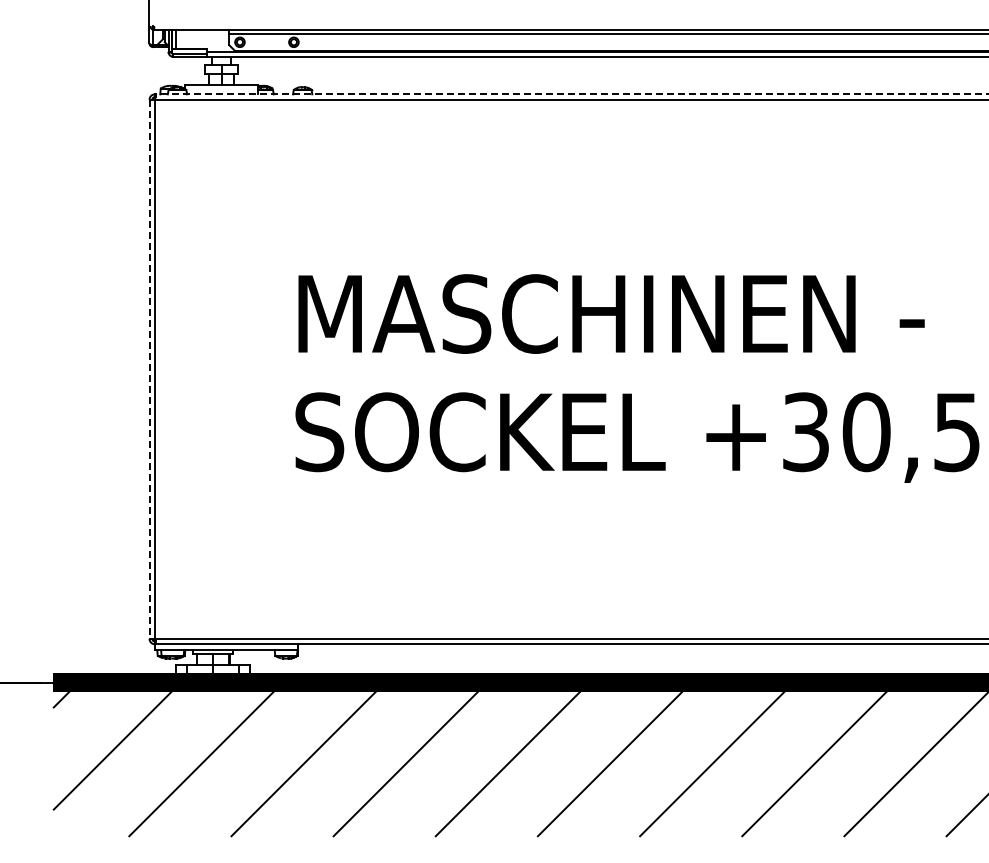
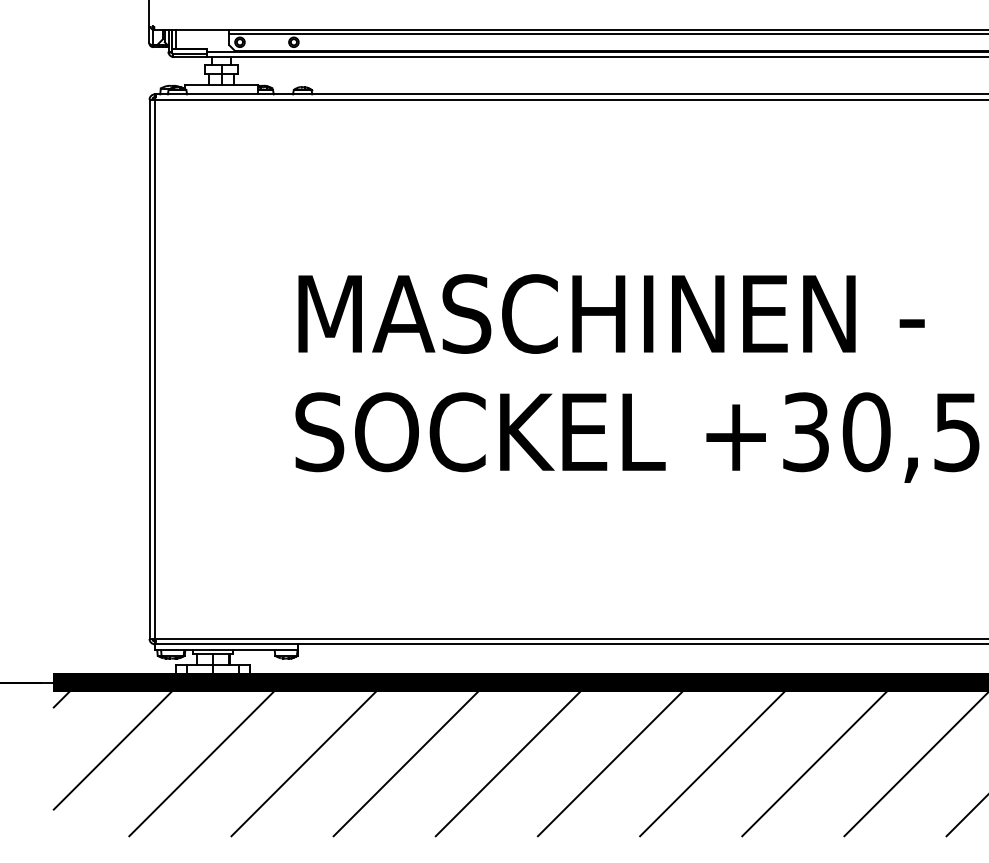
line at (571, 94): dashed -> solid
line at (149, 369): dashed -> solid
